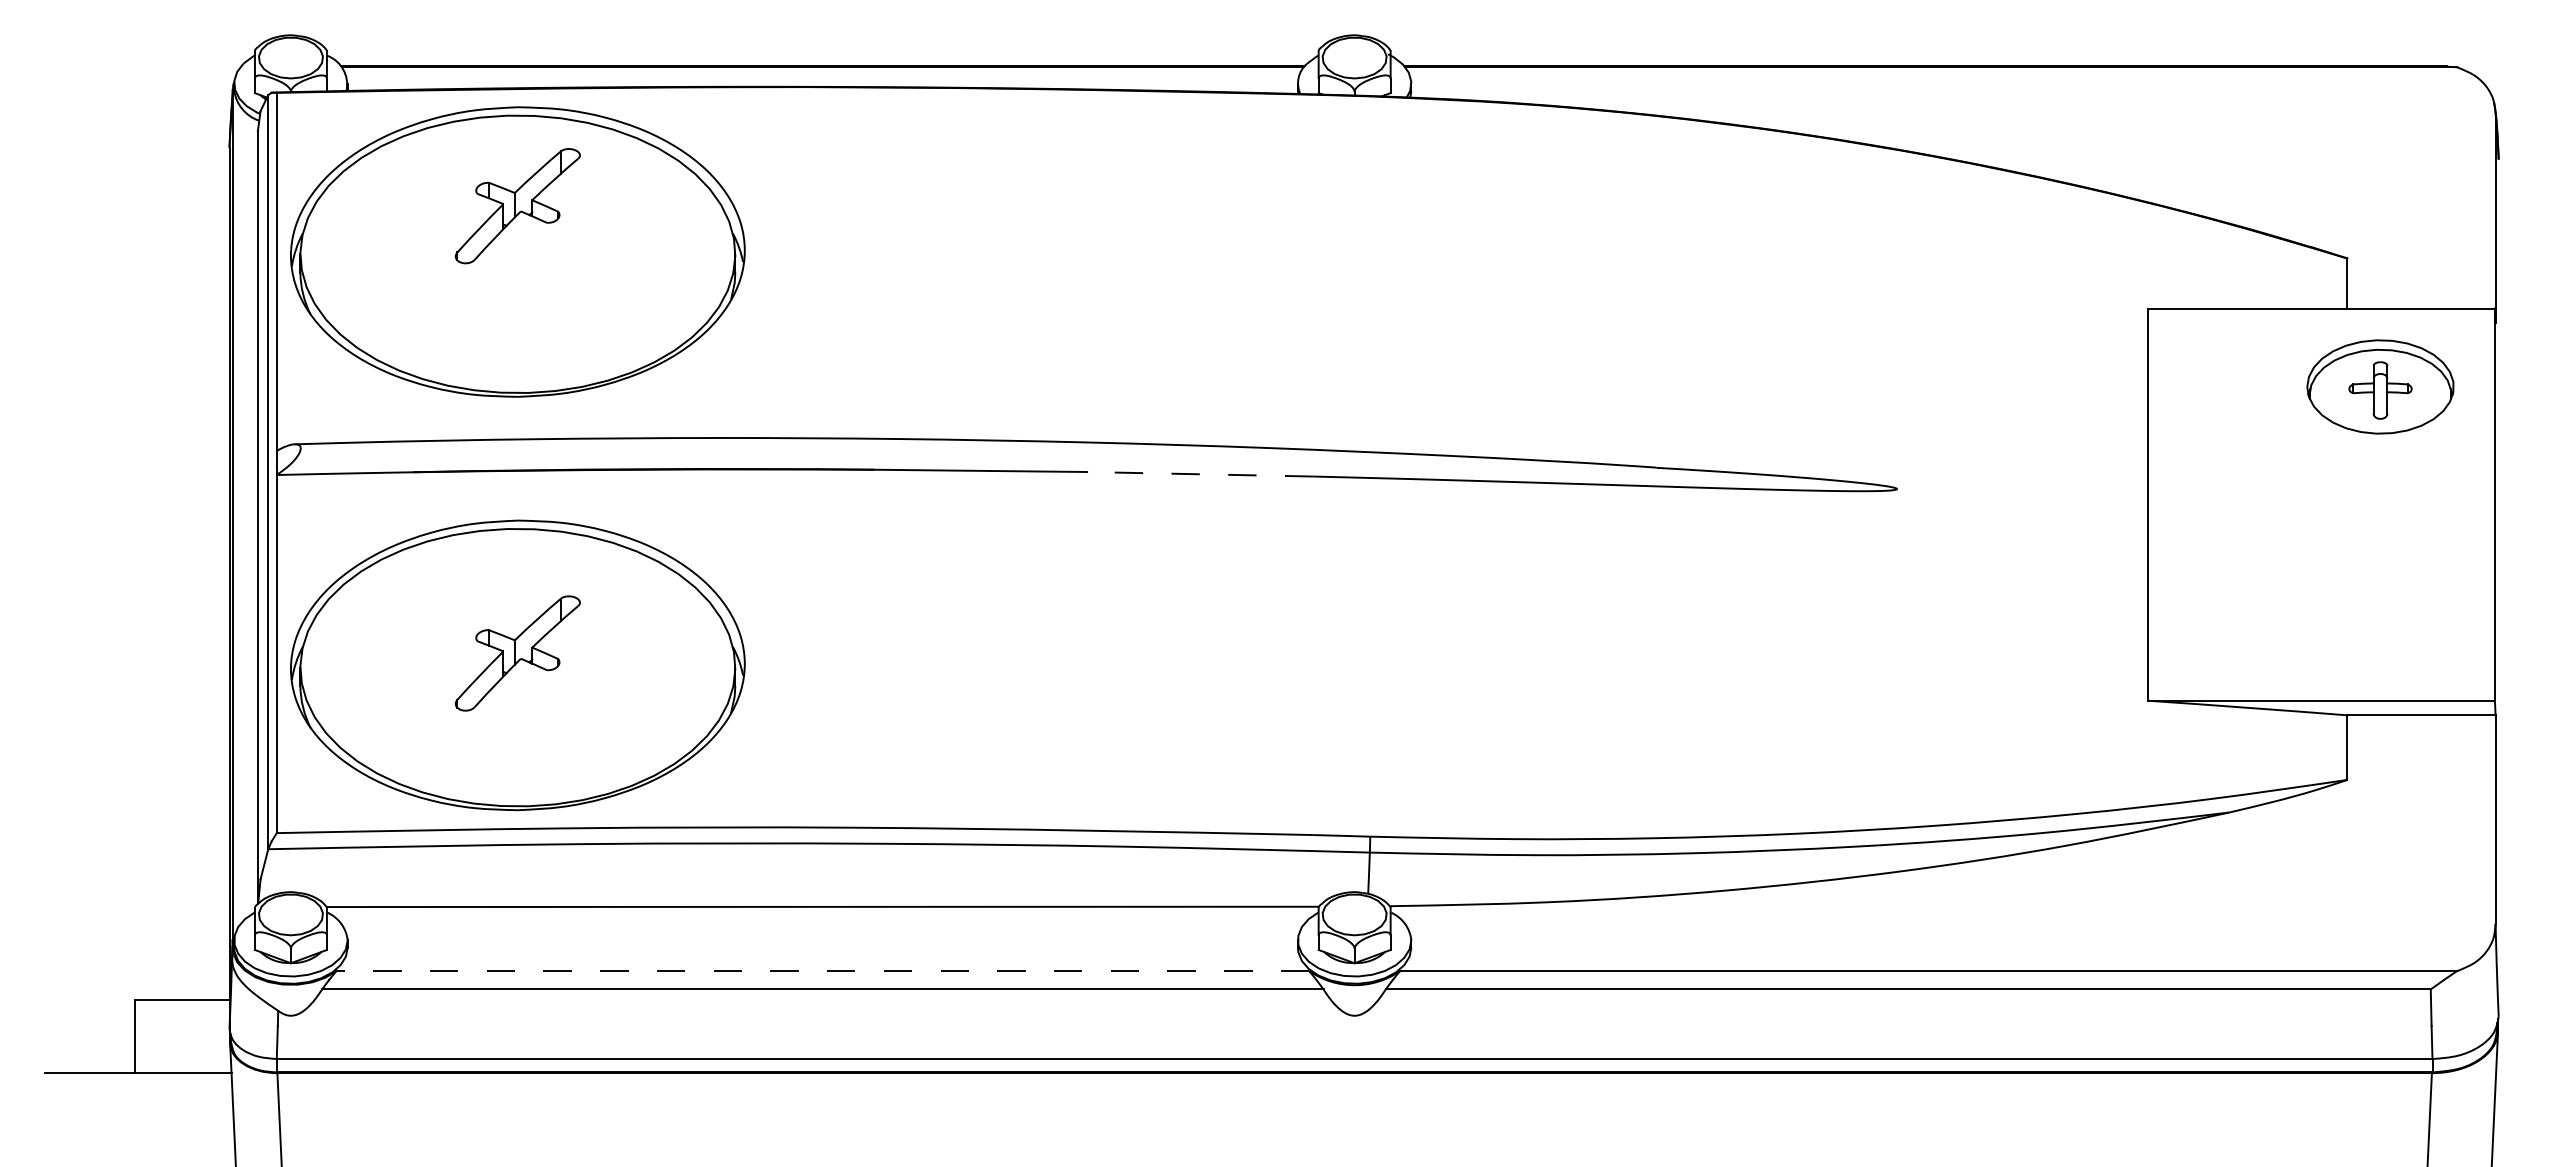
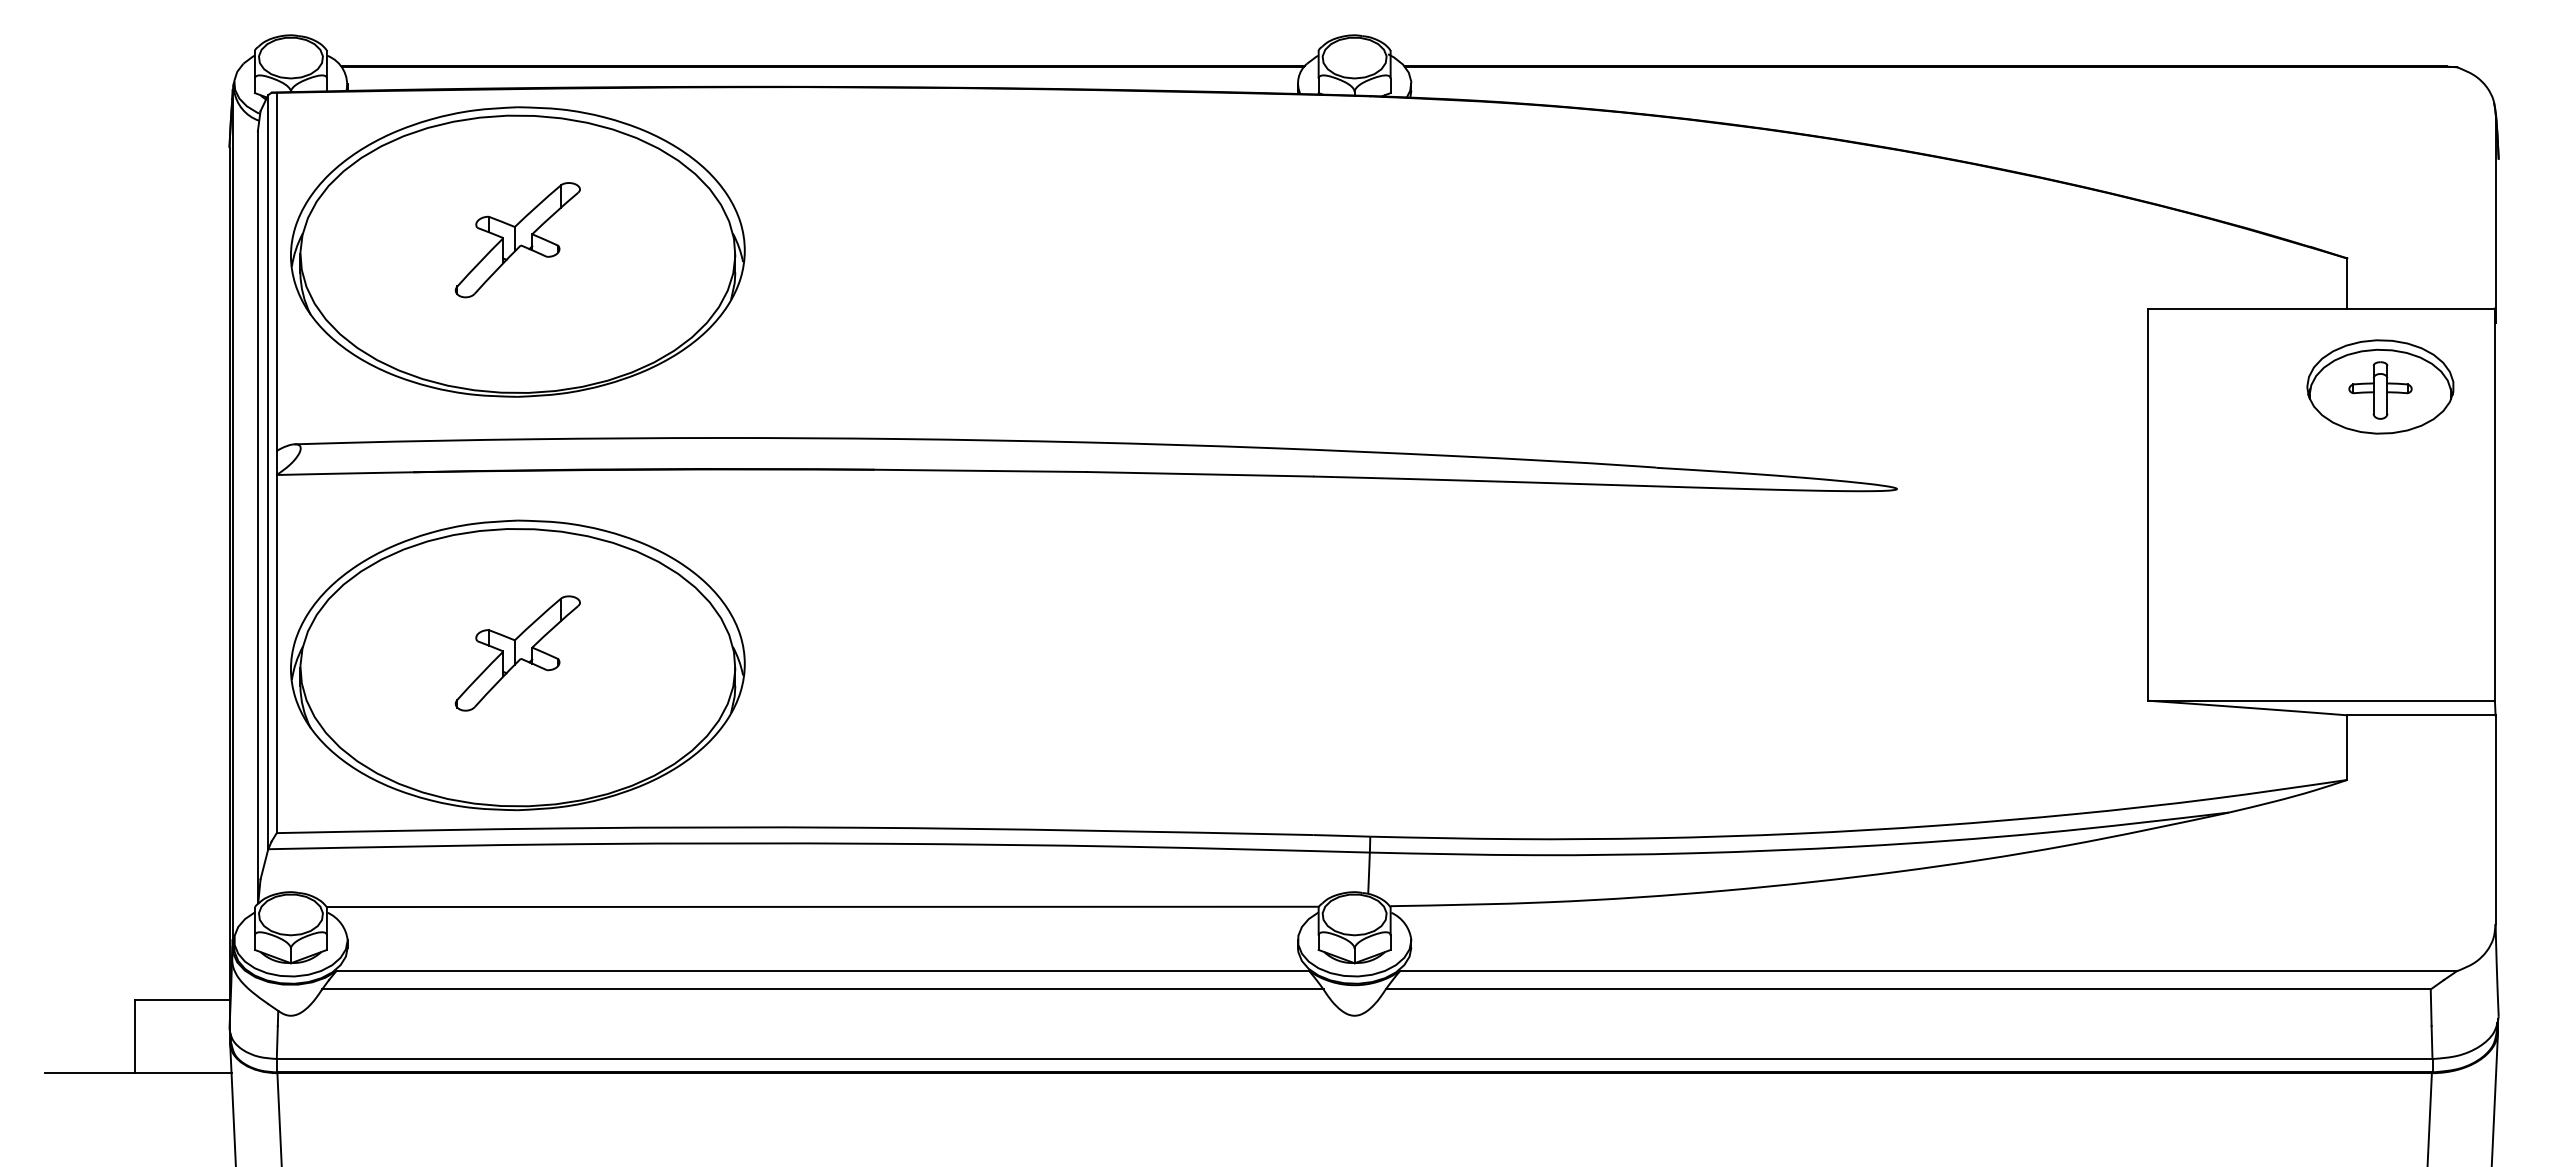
part at (517, 206) position: (517, 206) -> (517, 240)
line at (1199, 474): dashed -> solid
line at (822, 971): dashed -> solid
